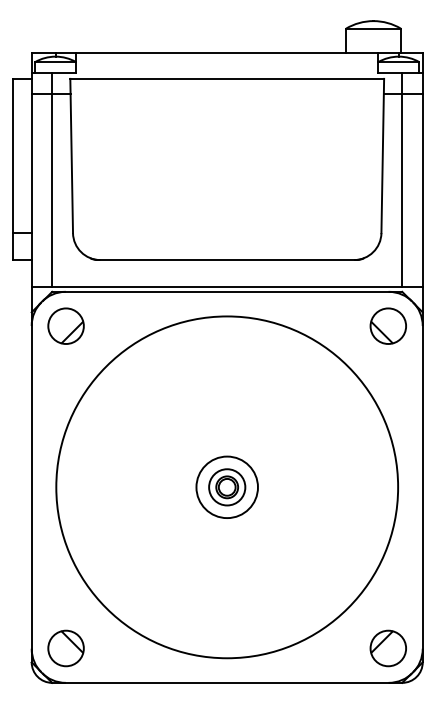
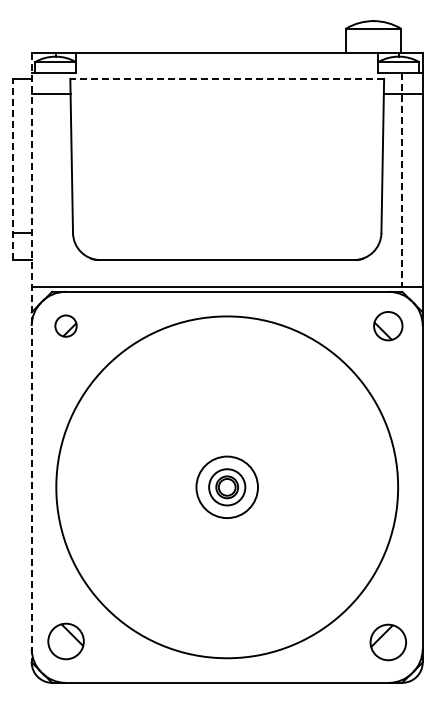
line at (227, 78): solid -> dashed
line at (13, 169): solid -> dashed
line at (52, 180): present -> none
line at (402, 180): solid -> dashed
part at (65, 325) size: 38x38 px -> 24x24 px
part at (387, 325) size: 38x38 px -> 31x31 px
line at (31, 357): solid -> dashed
part at (65, 648) position: (65, 648) -> (65, 641)
part at (387, 648) position: (387, 648) -> (387, 642)
